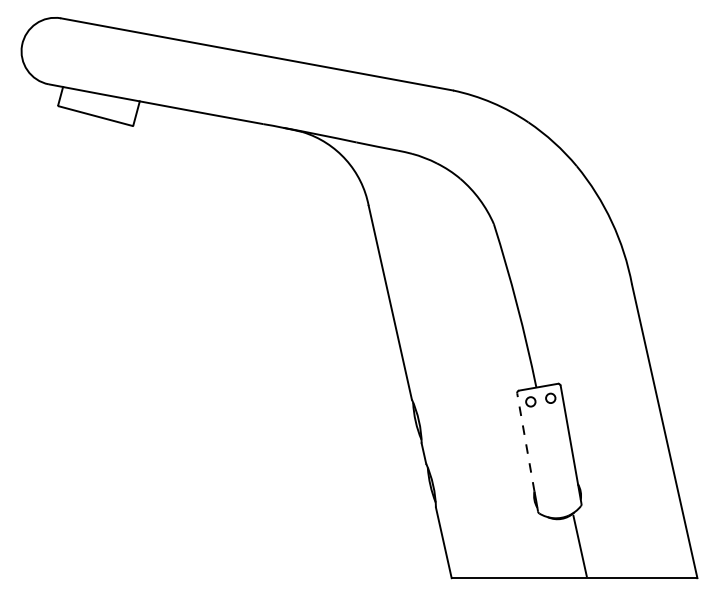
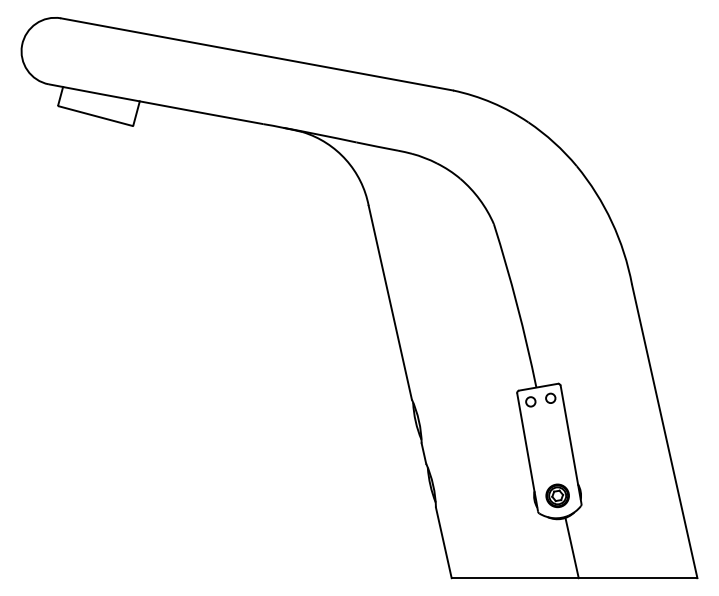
line at (525, 442): dashed -> solid
part at (557, 495): none -> present
line at (579, 545) position: (579, 545) -> (571, 547)
